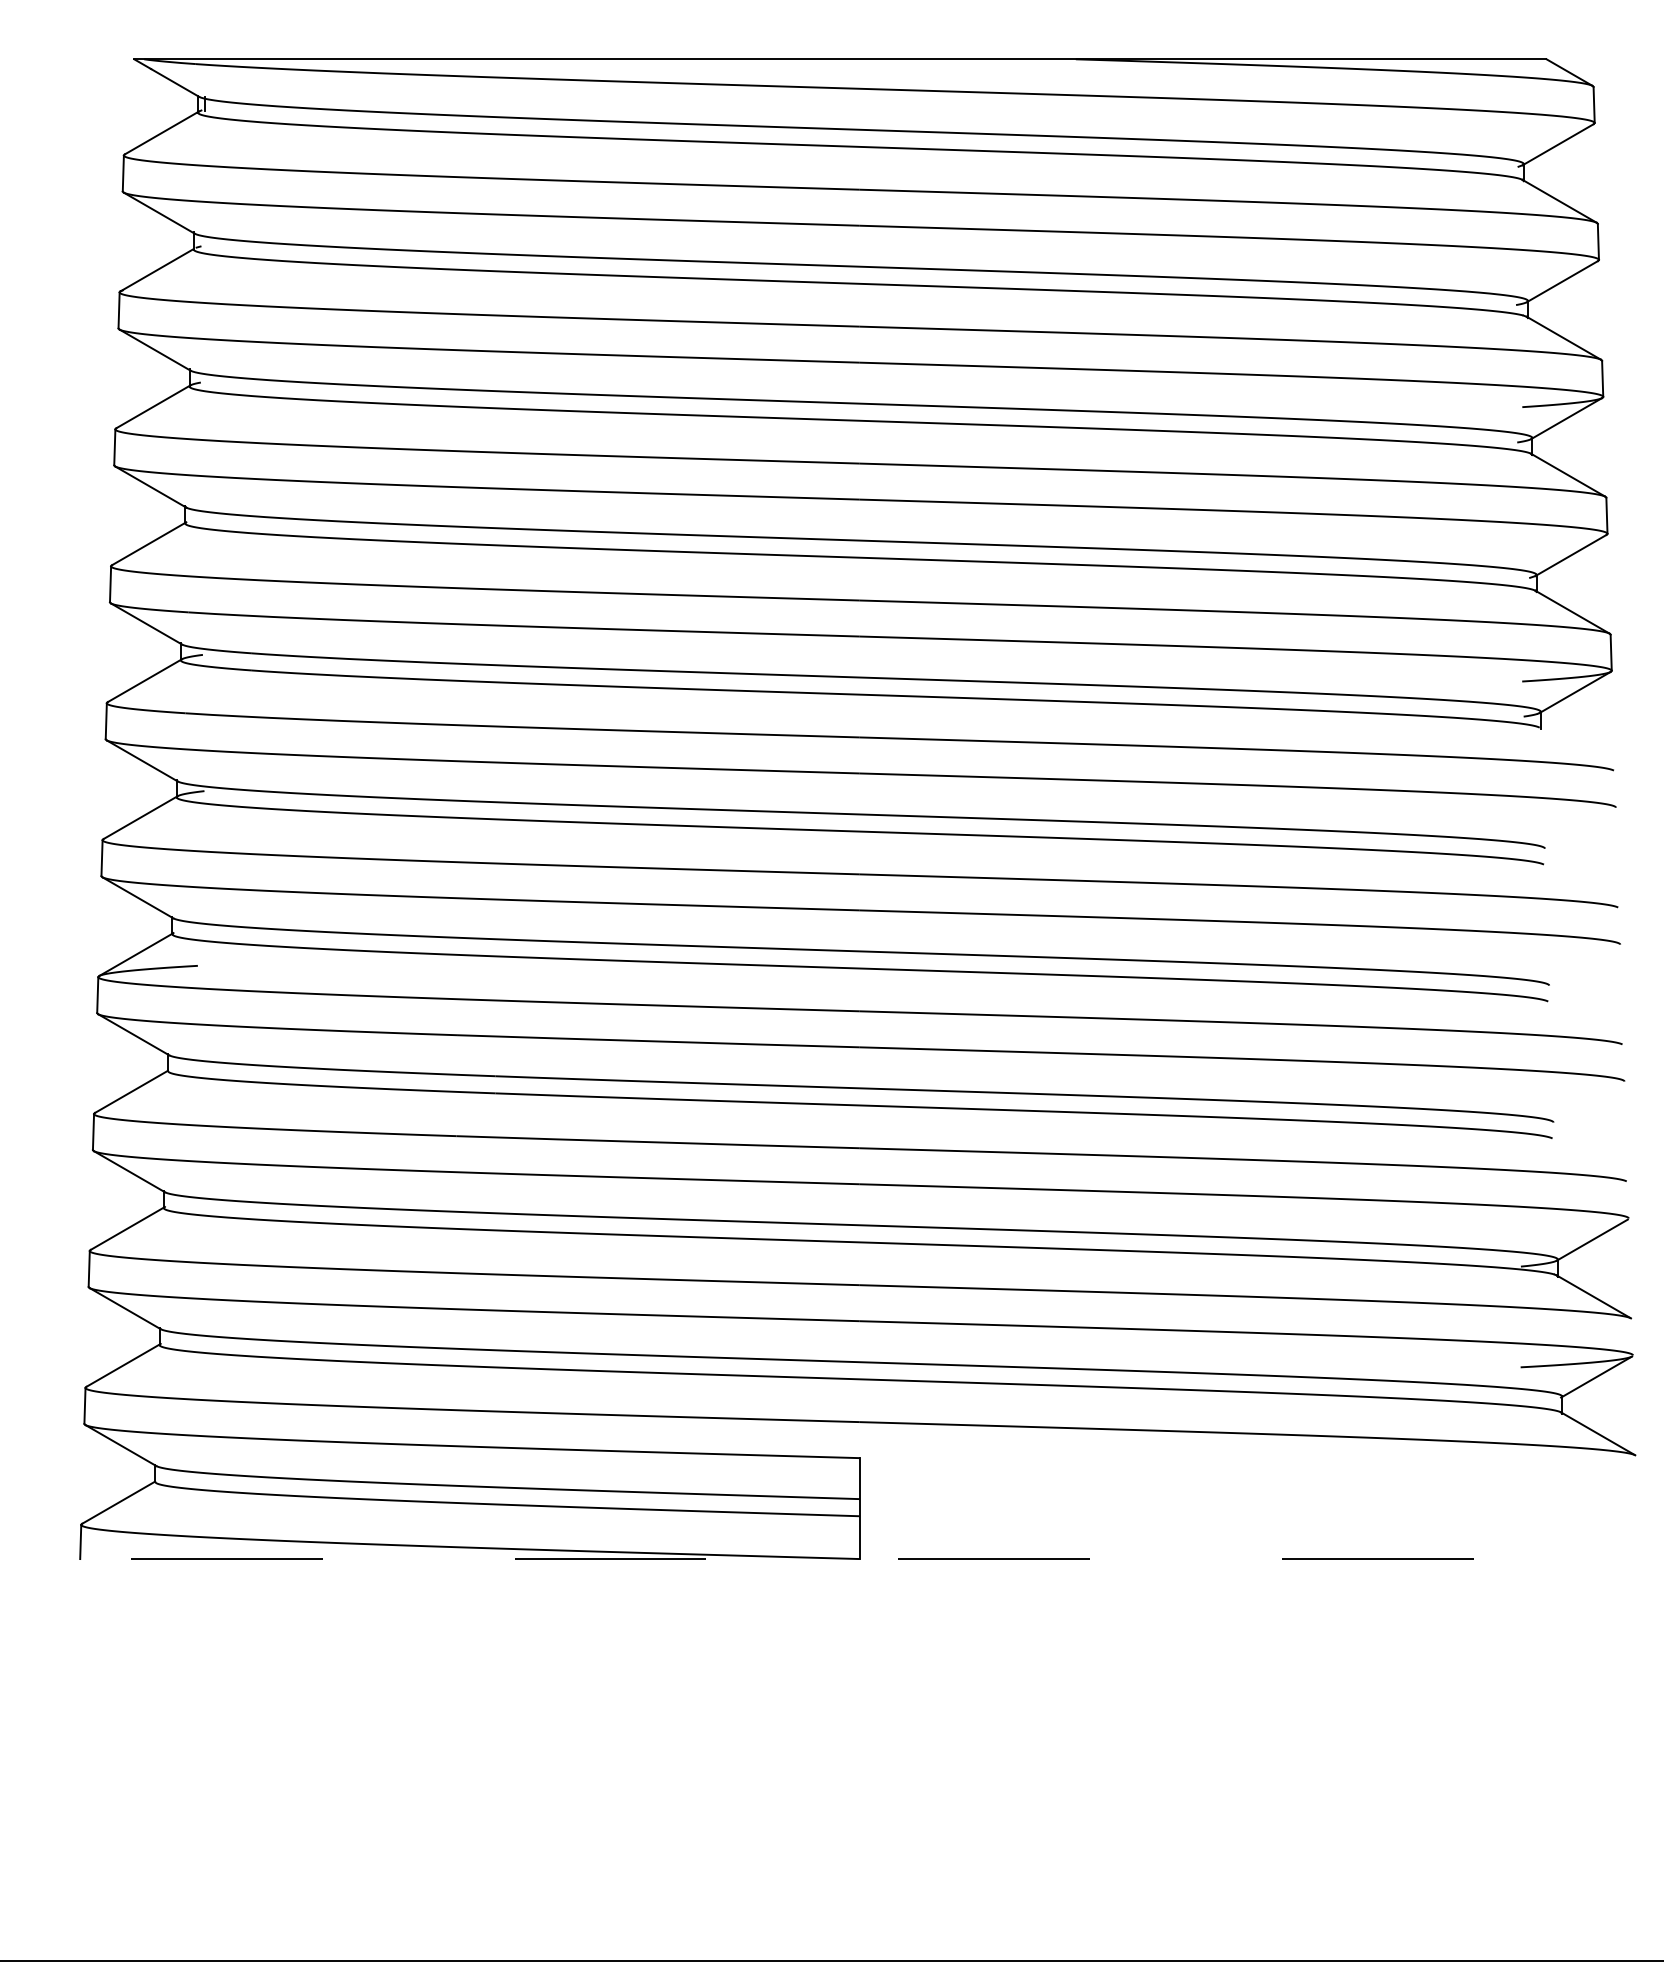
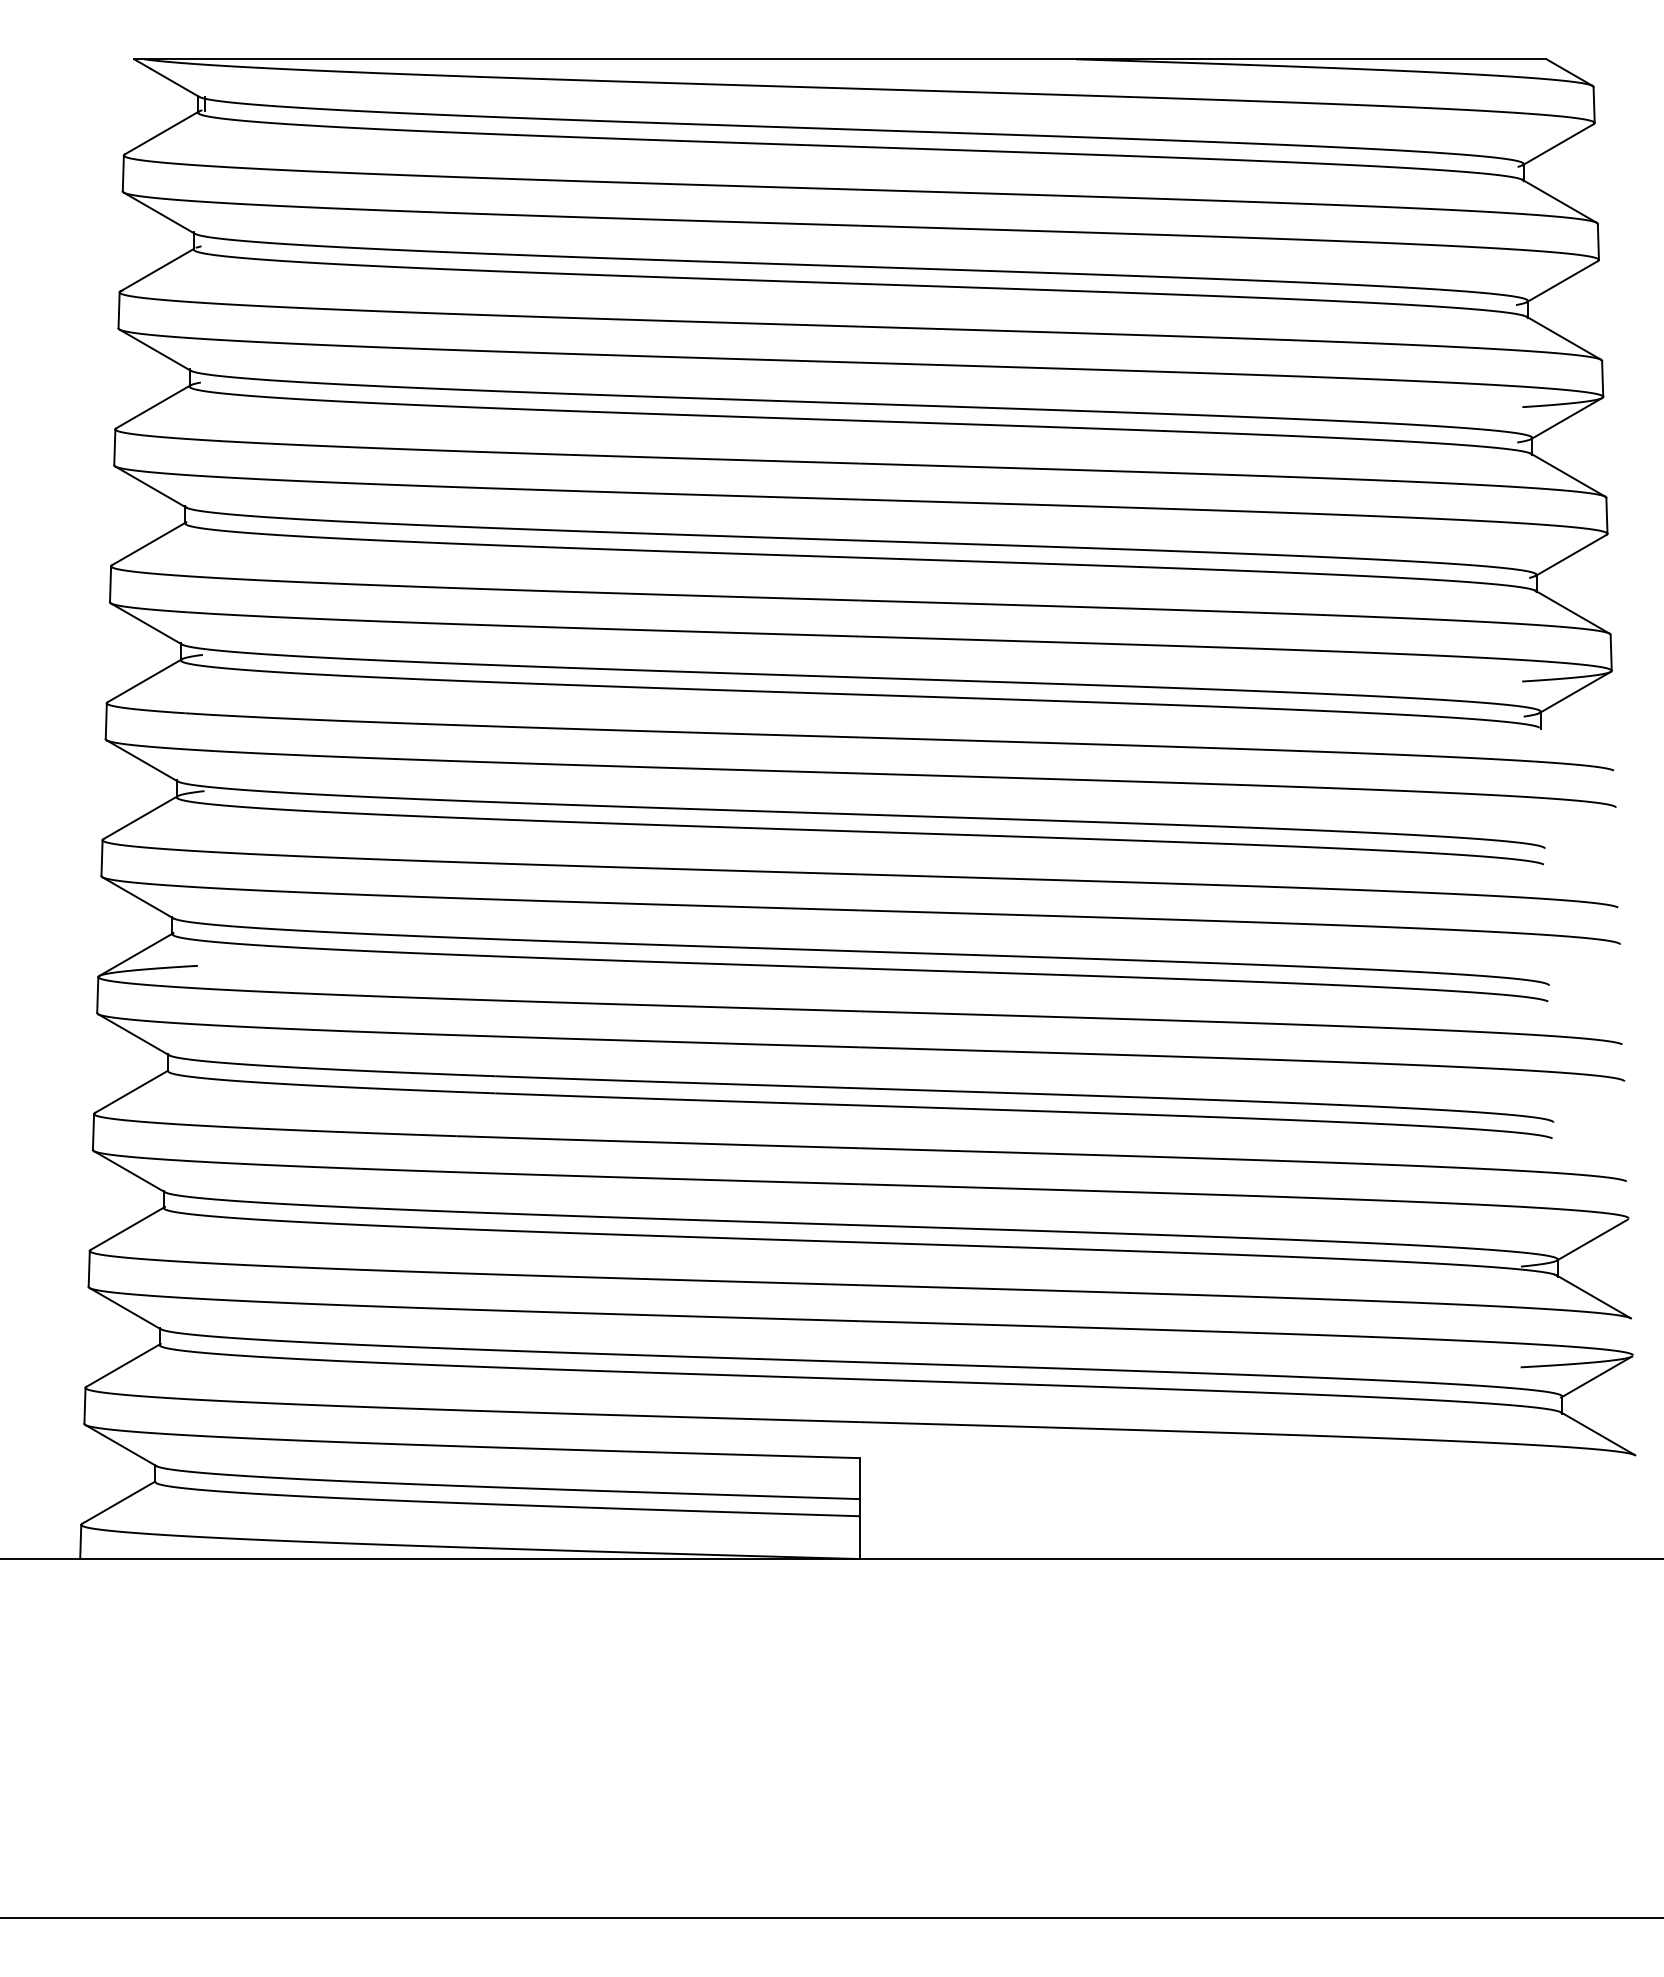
line at (832, 1559): dashed -> solid
line at (831, 1960) position: (831, 1960) -> (831, 1917)
